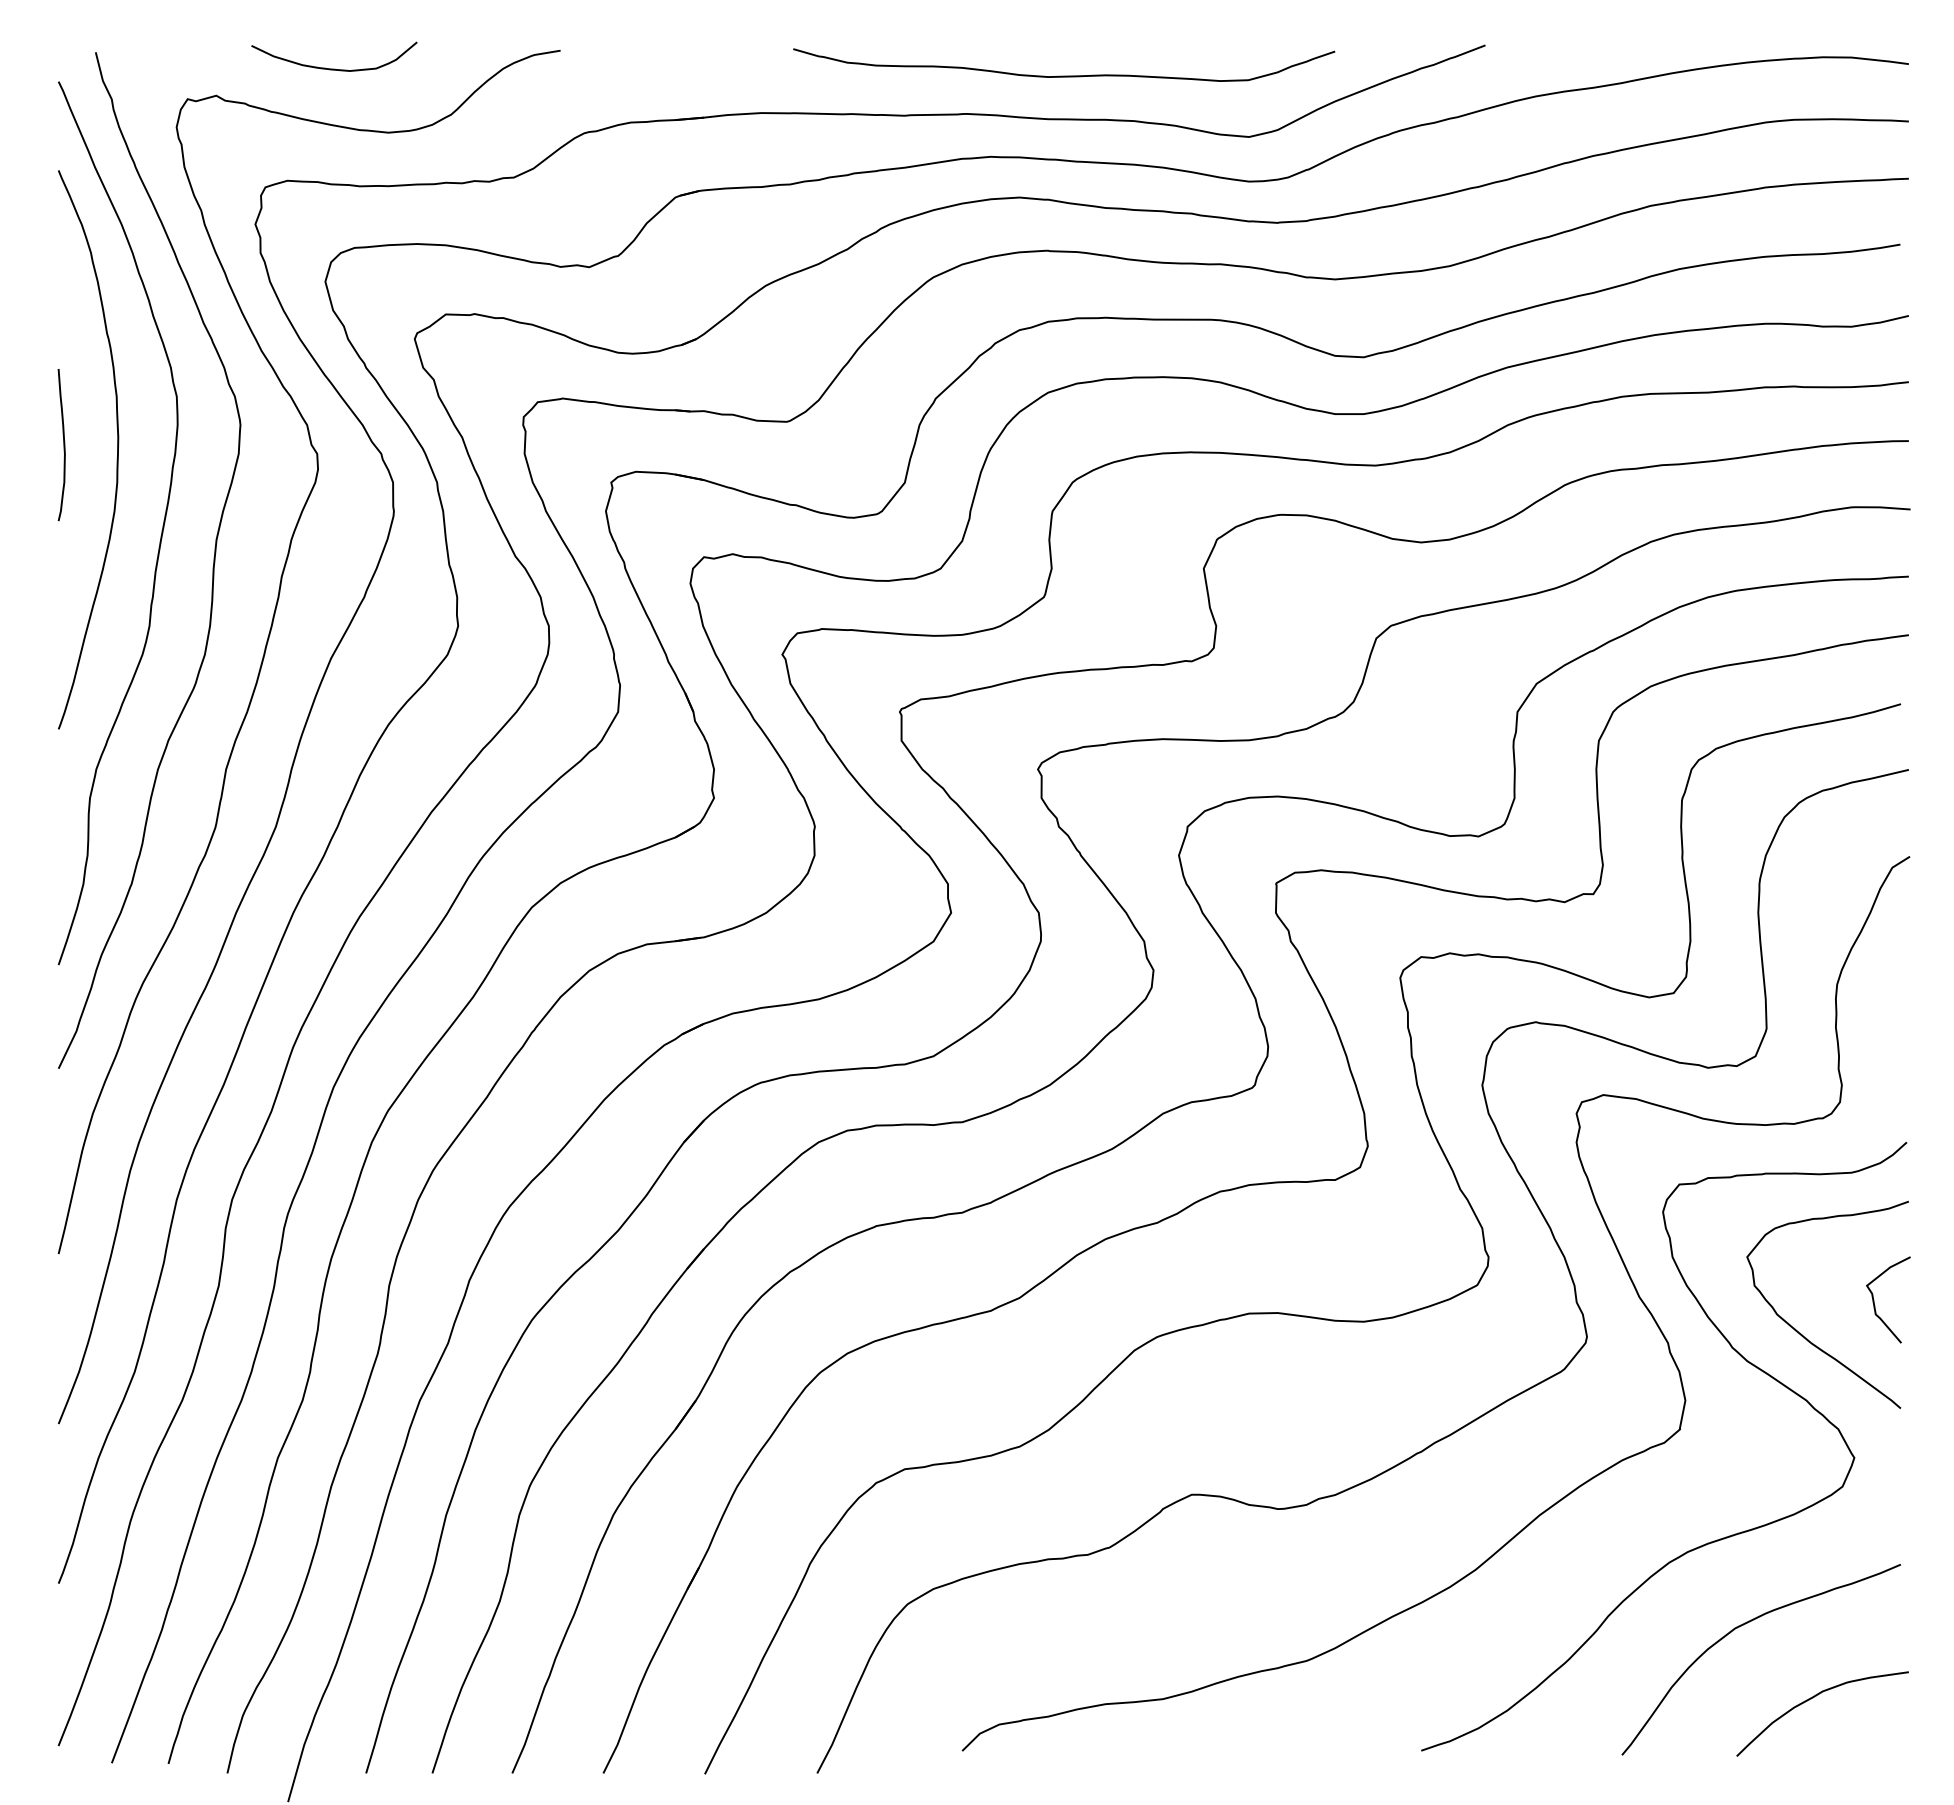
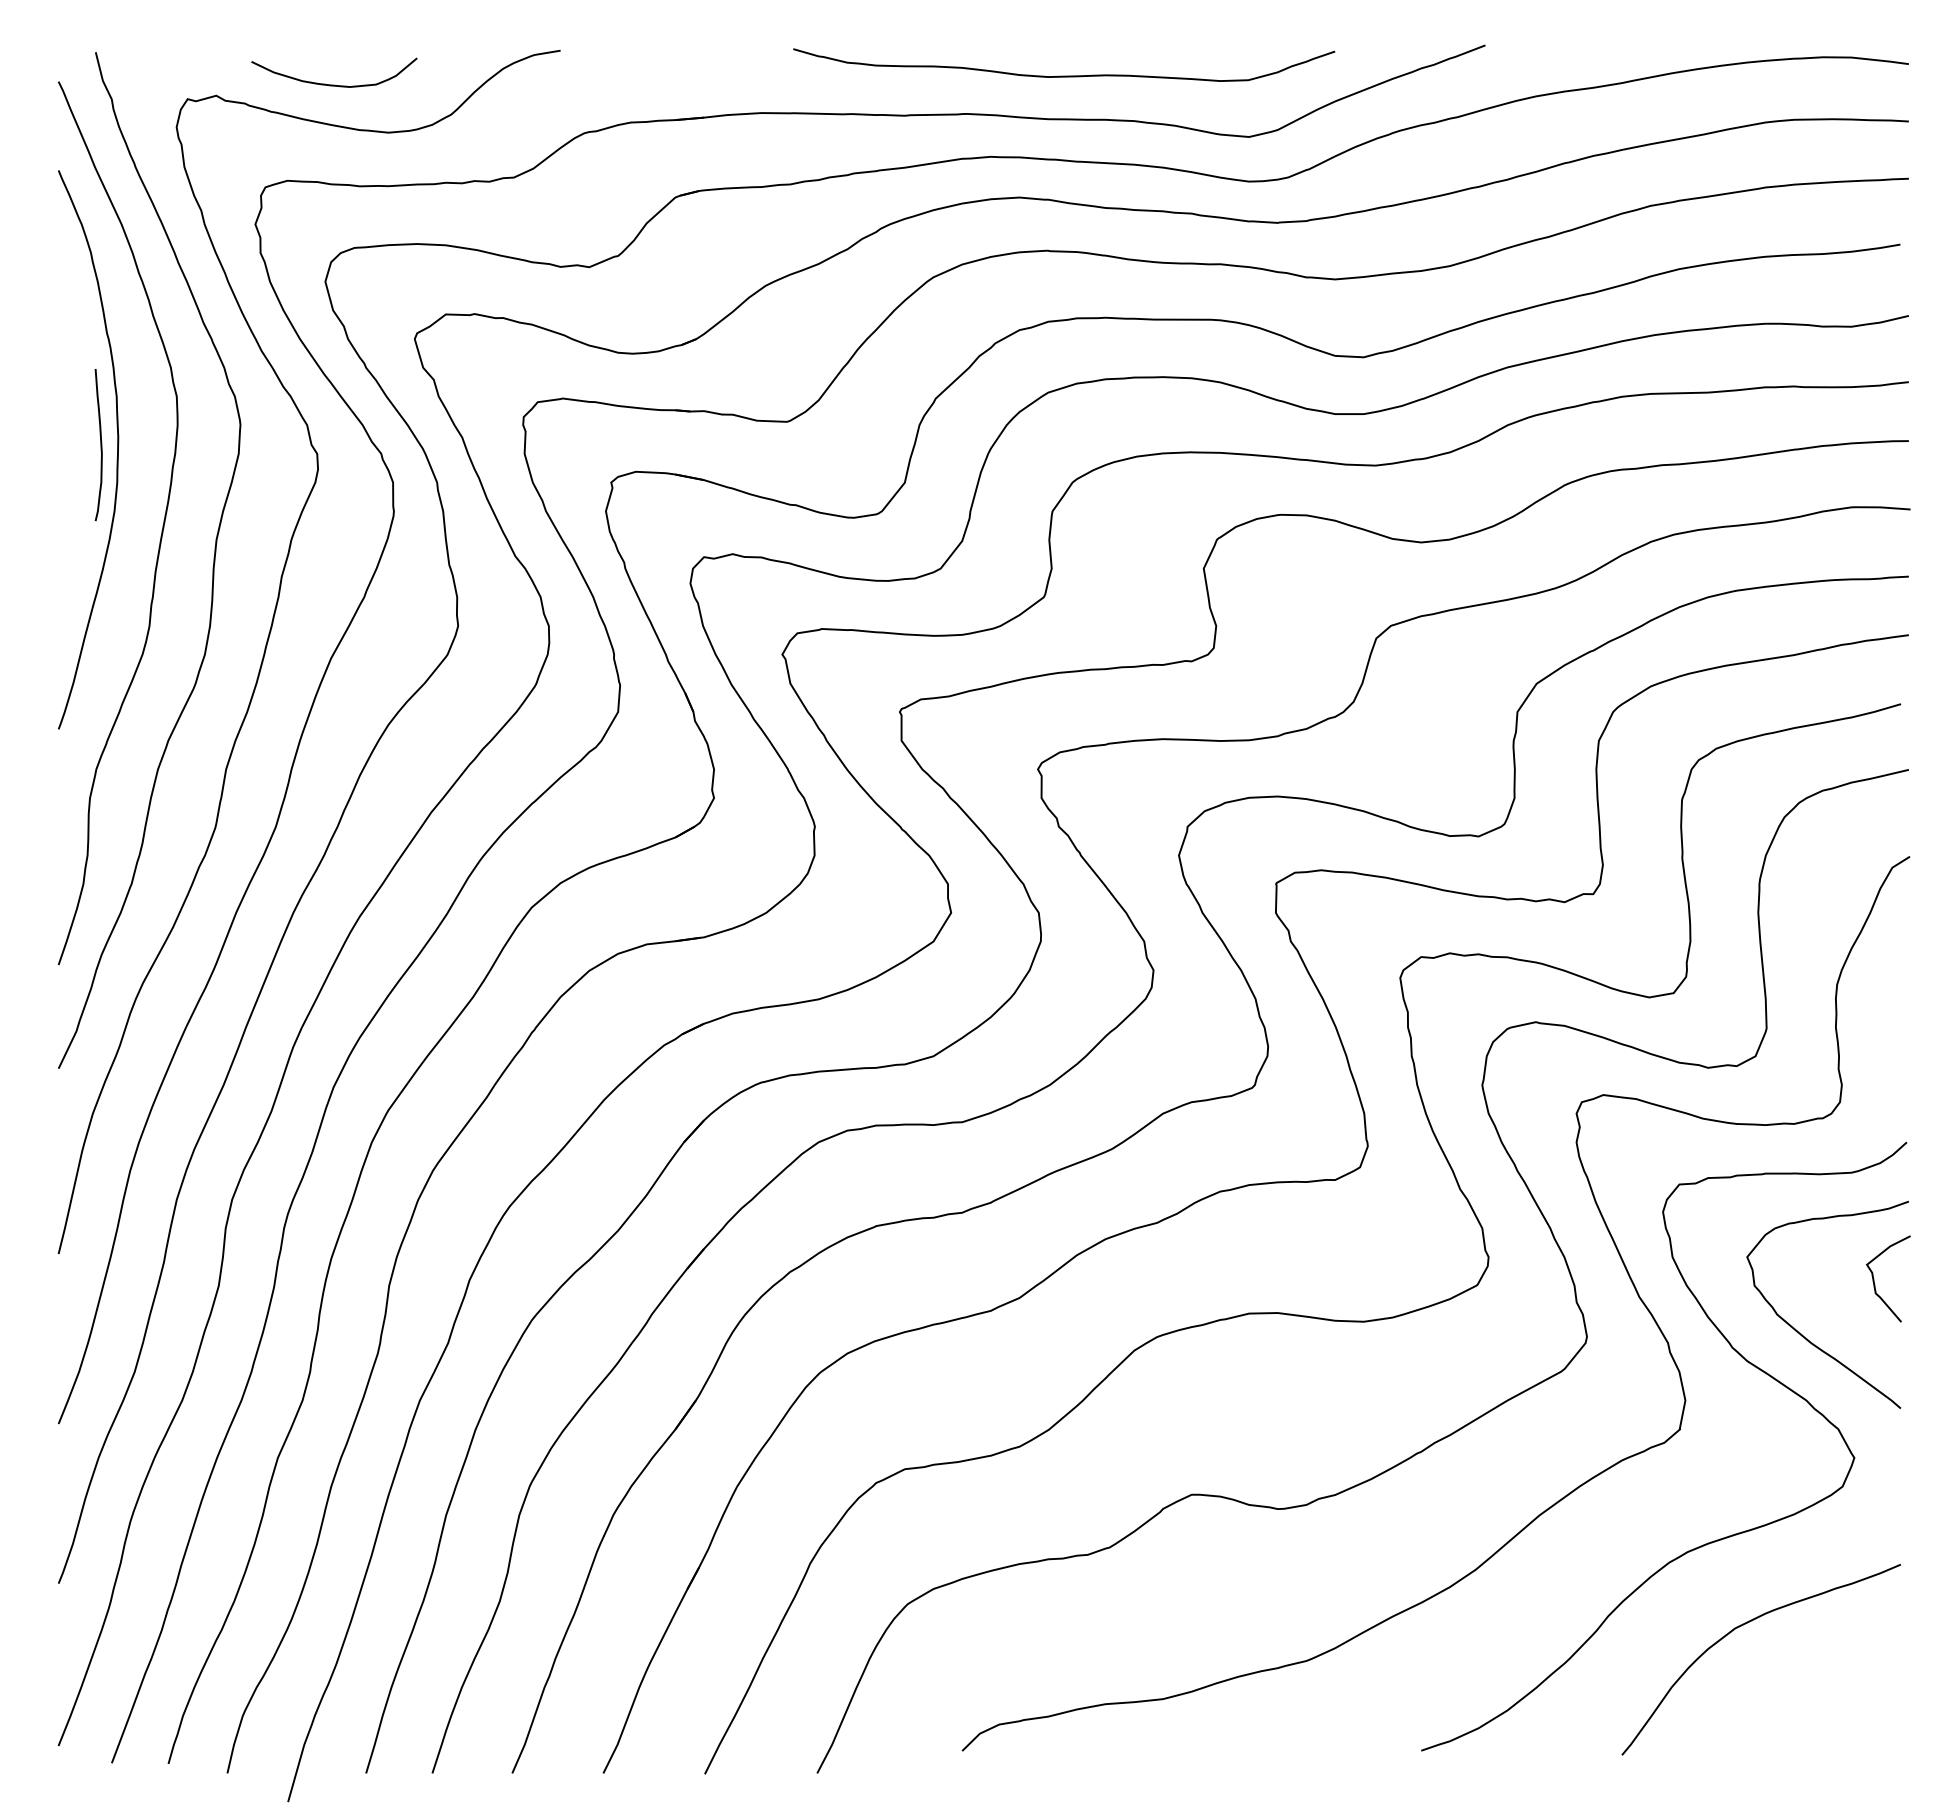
curve at (334, 68) position: (334, 68) -> (334, 84)
curve at (63, 445) position: (63, 445) -> (100, 445)
curve at (1874, 1299) position: (1874, 1299) -> (1874, 1278)
curve at (1813, 1698): present -> none
